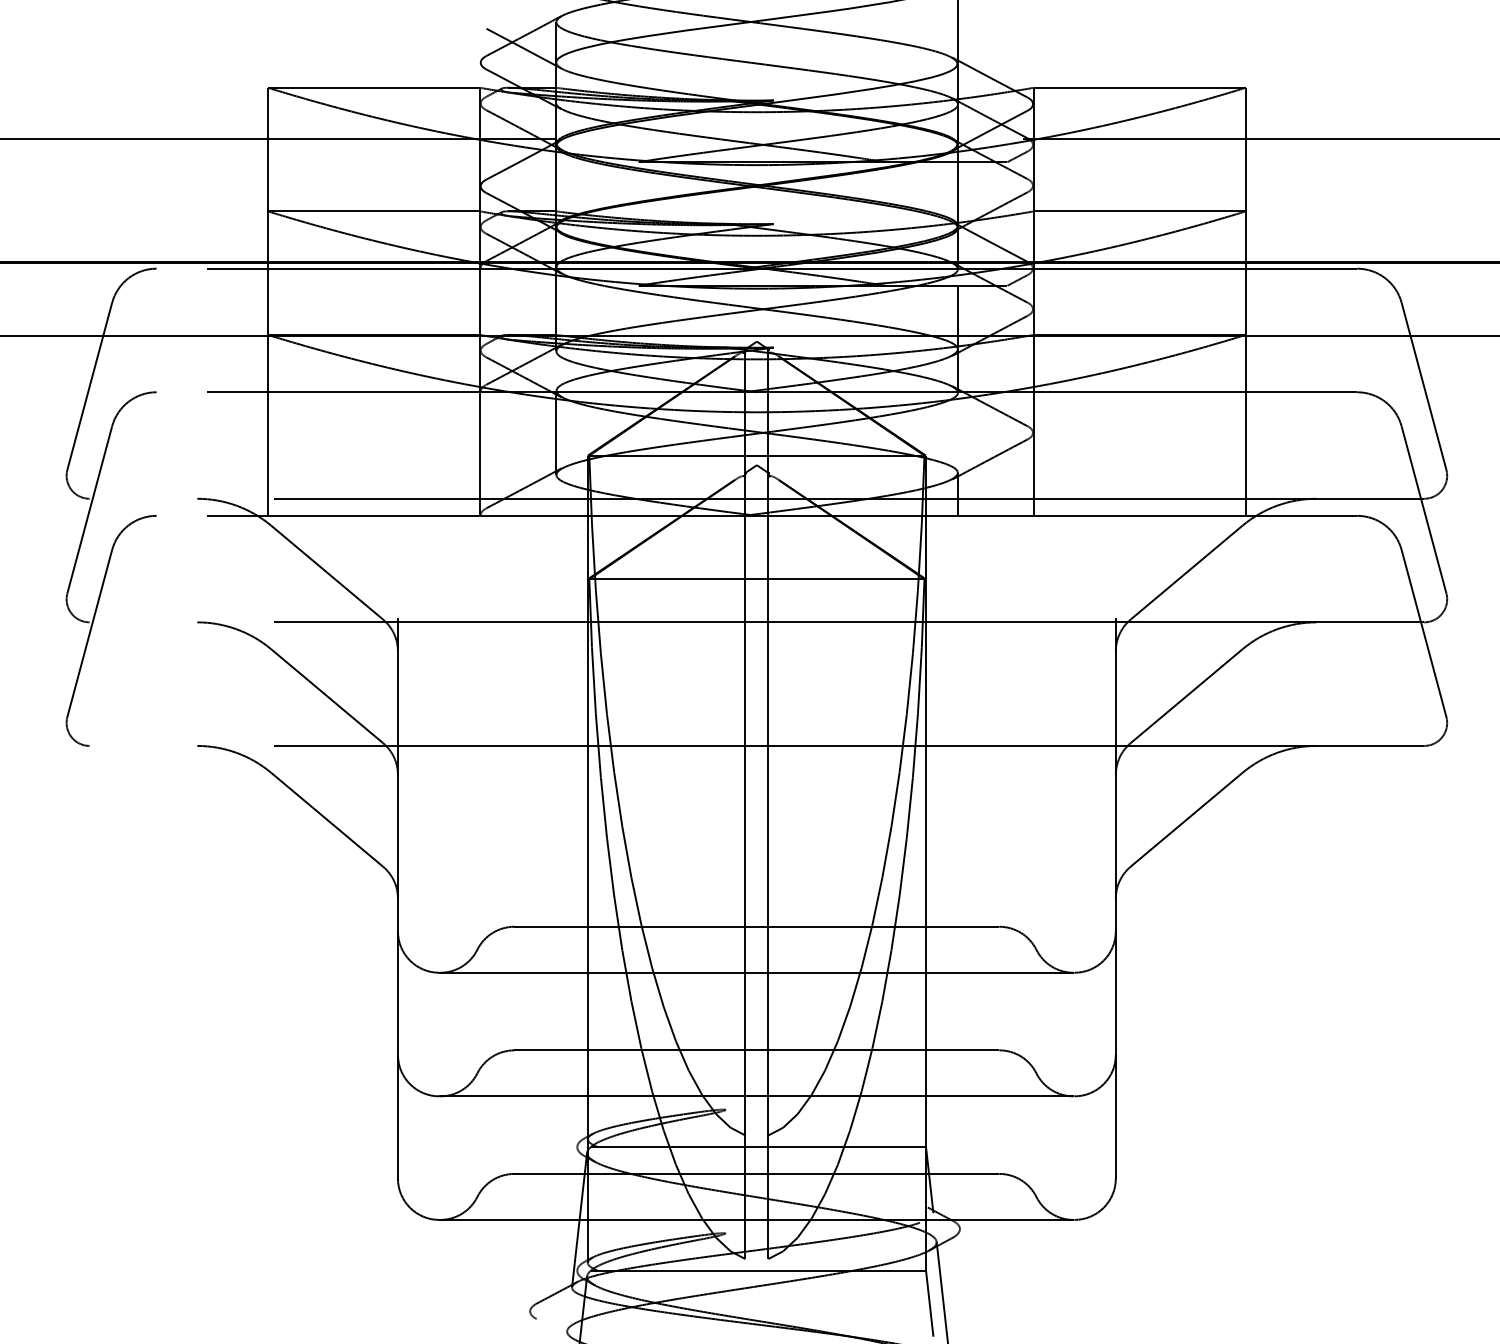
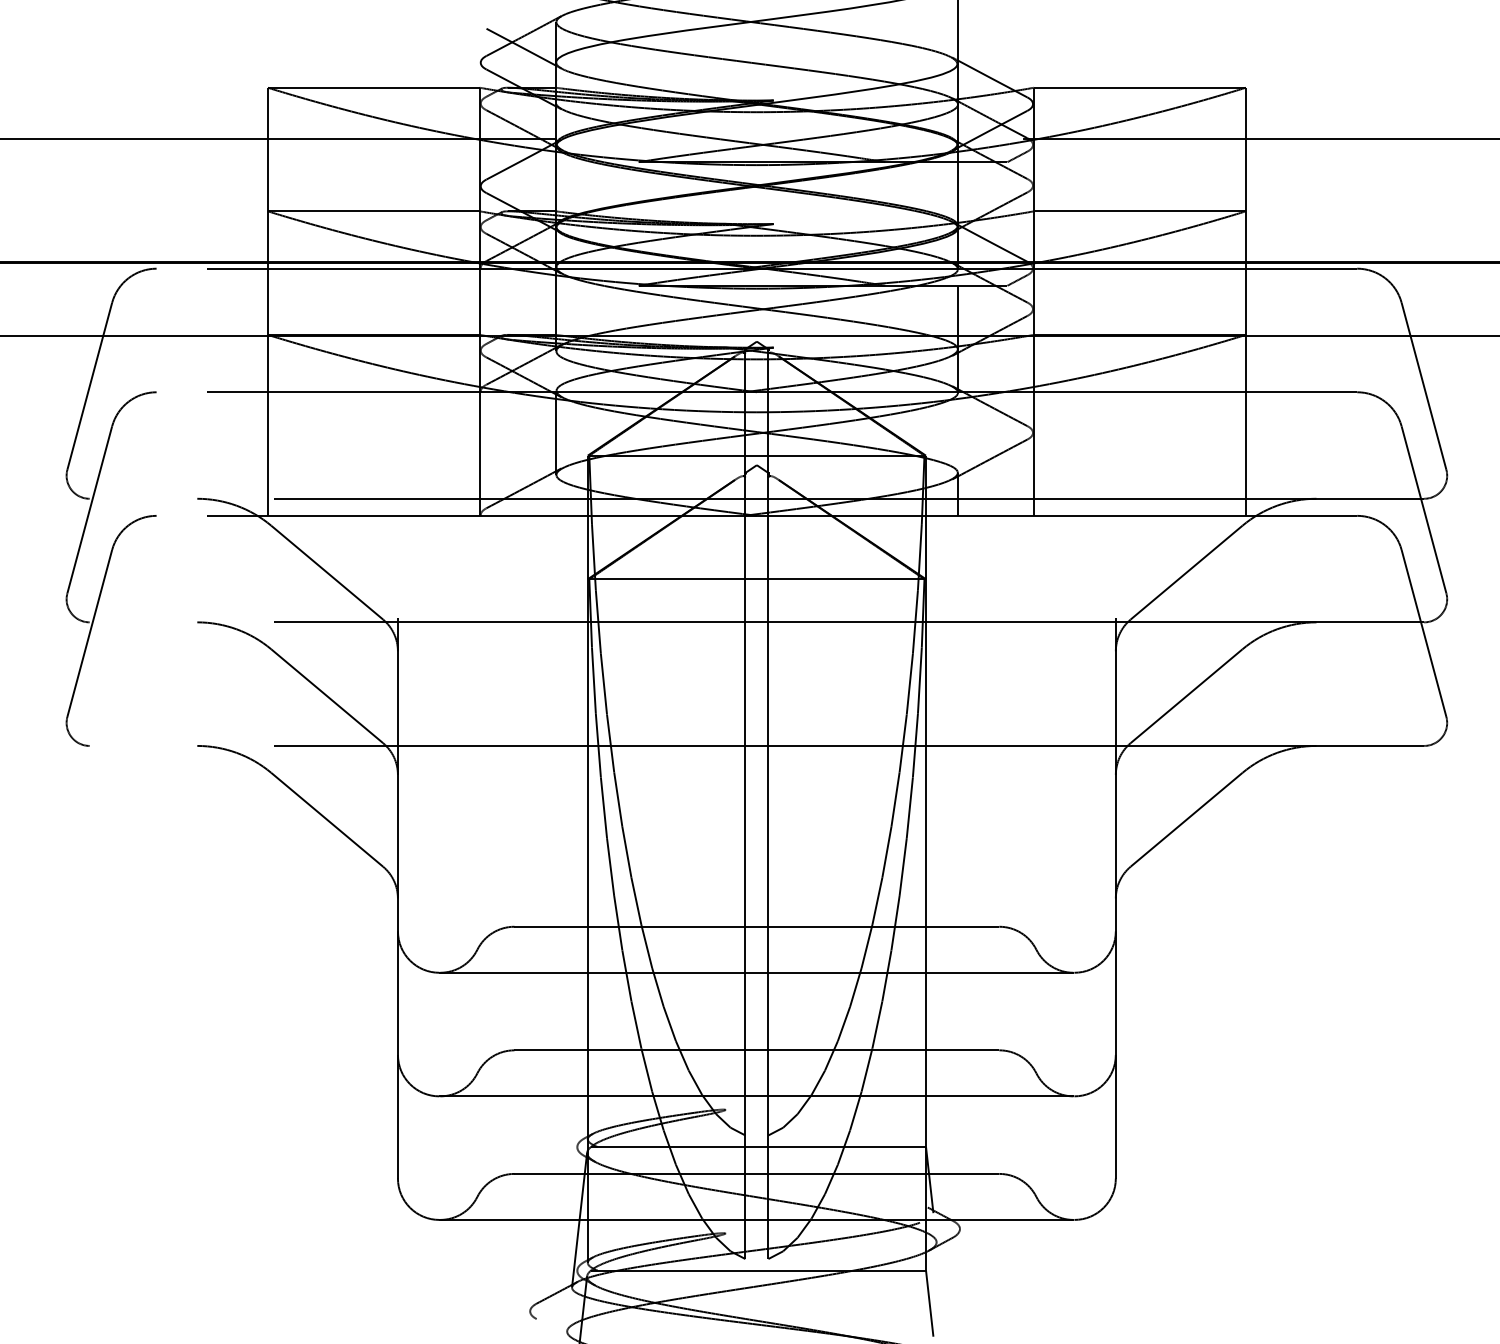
line at (941, 1290): present -> none
